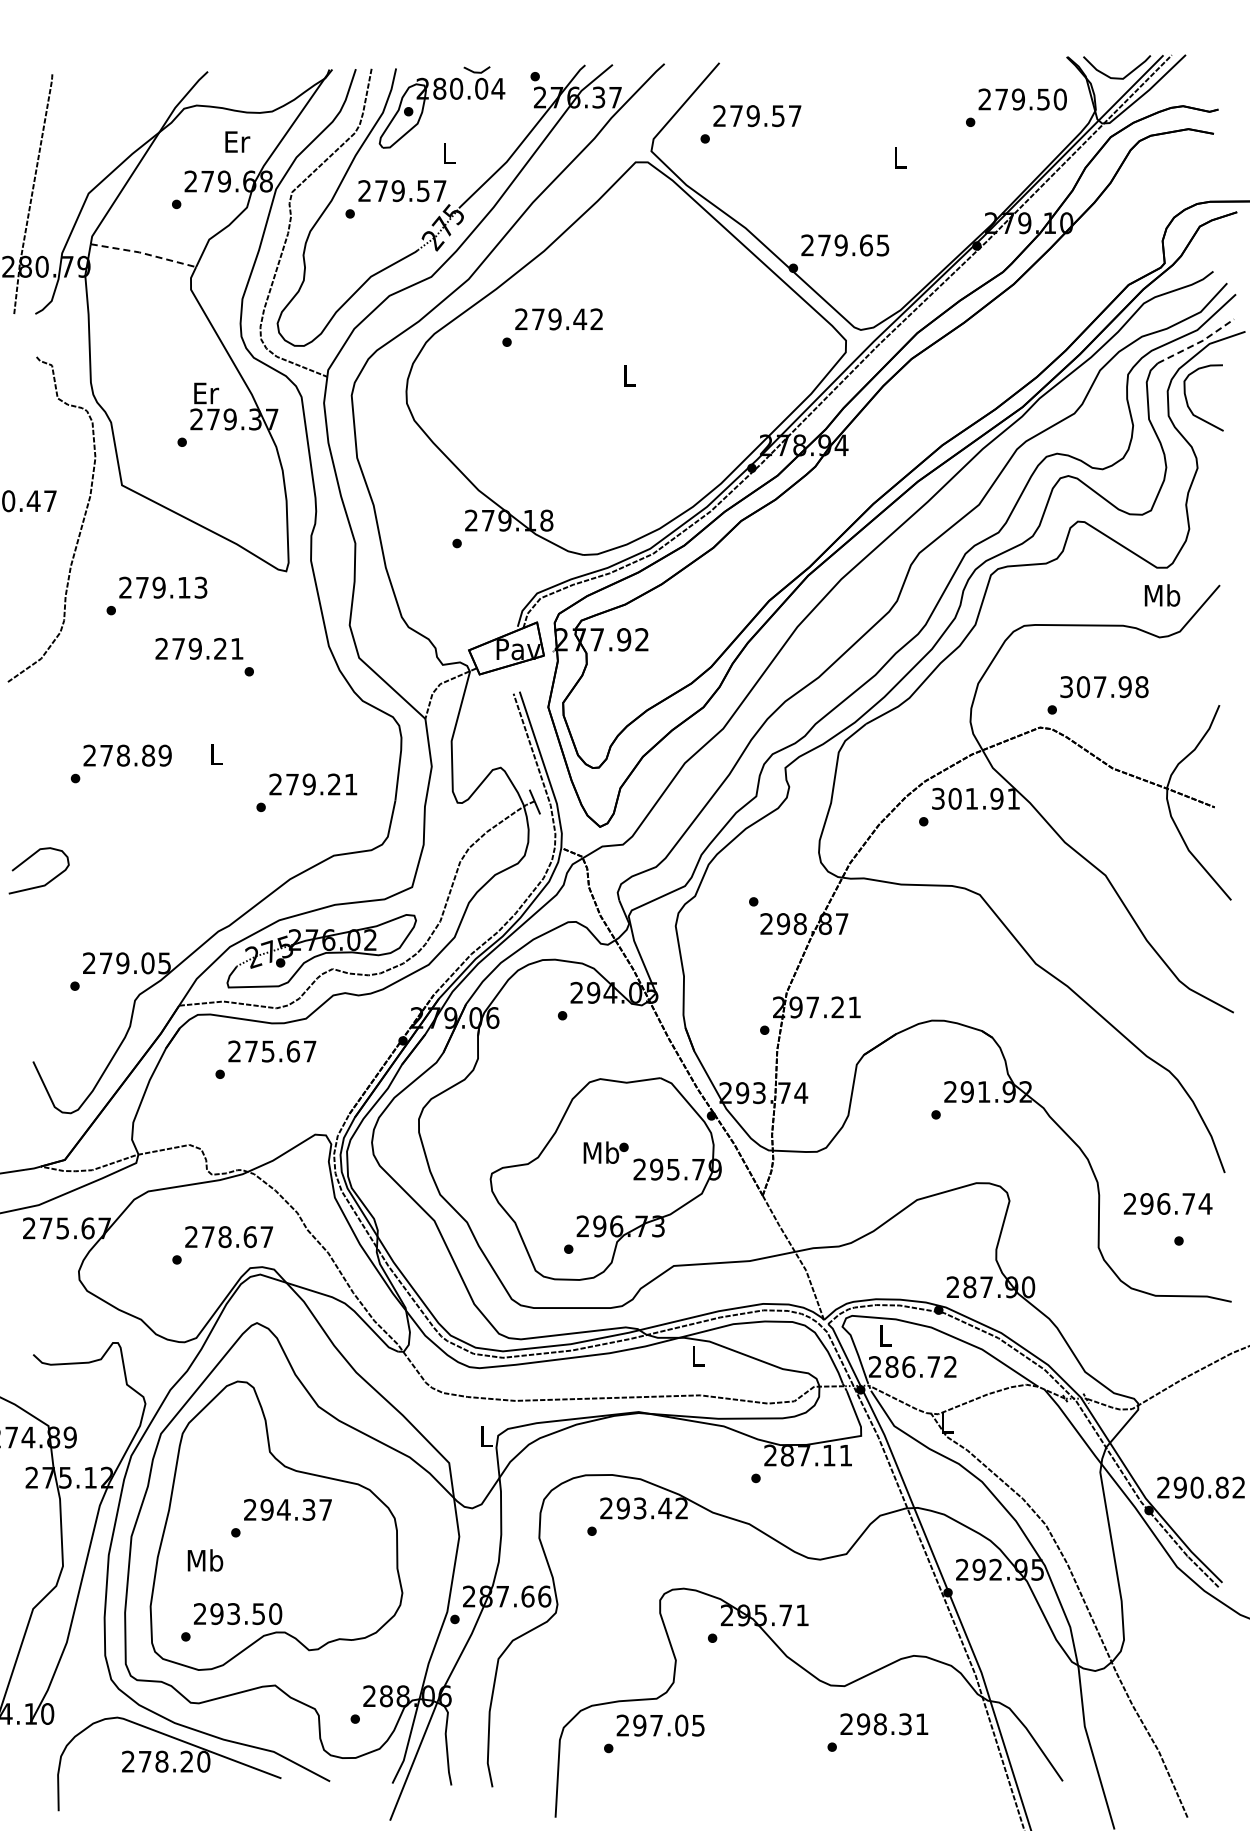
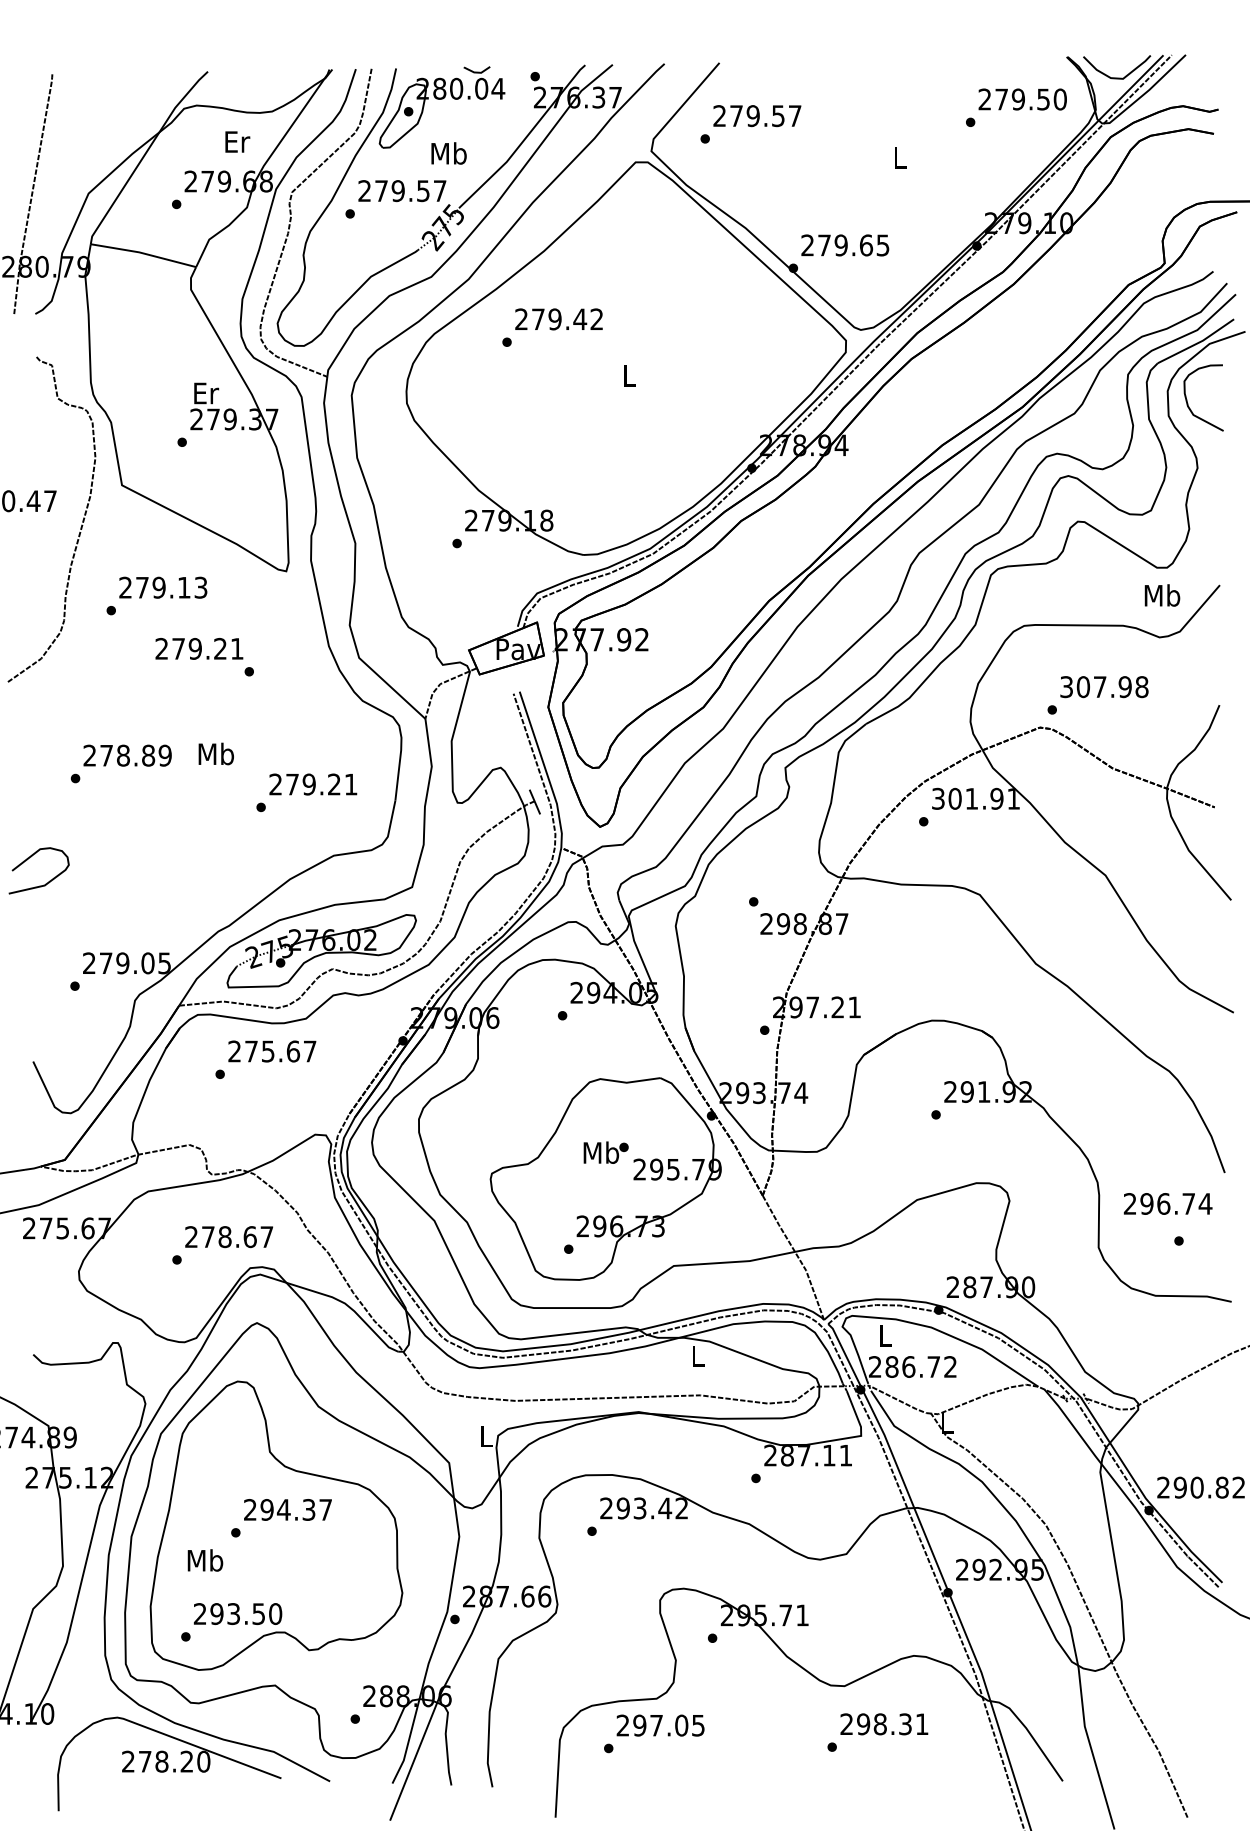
text at (448, 153): L -> Mb
line at (143, 253): dashed -> solid
line at (1197, 343): dashed -> solid
text at (215, 753): L -> Mb
